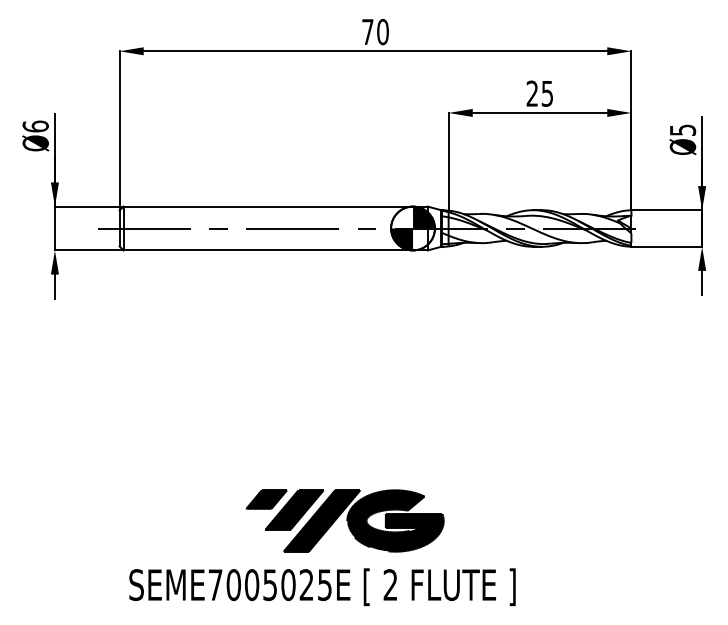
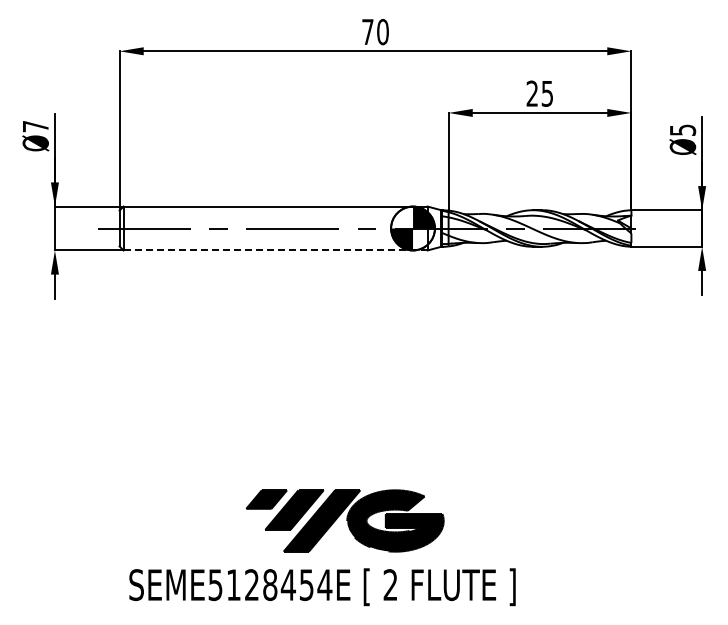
text at (35, 126): Ø6 -> Ø7
line at (276, 250): solid -> dashed
text at (270, 585): SEME7005025E -> SEME5128454E
